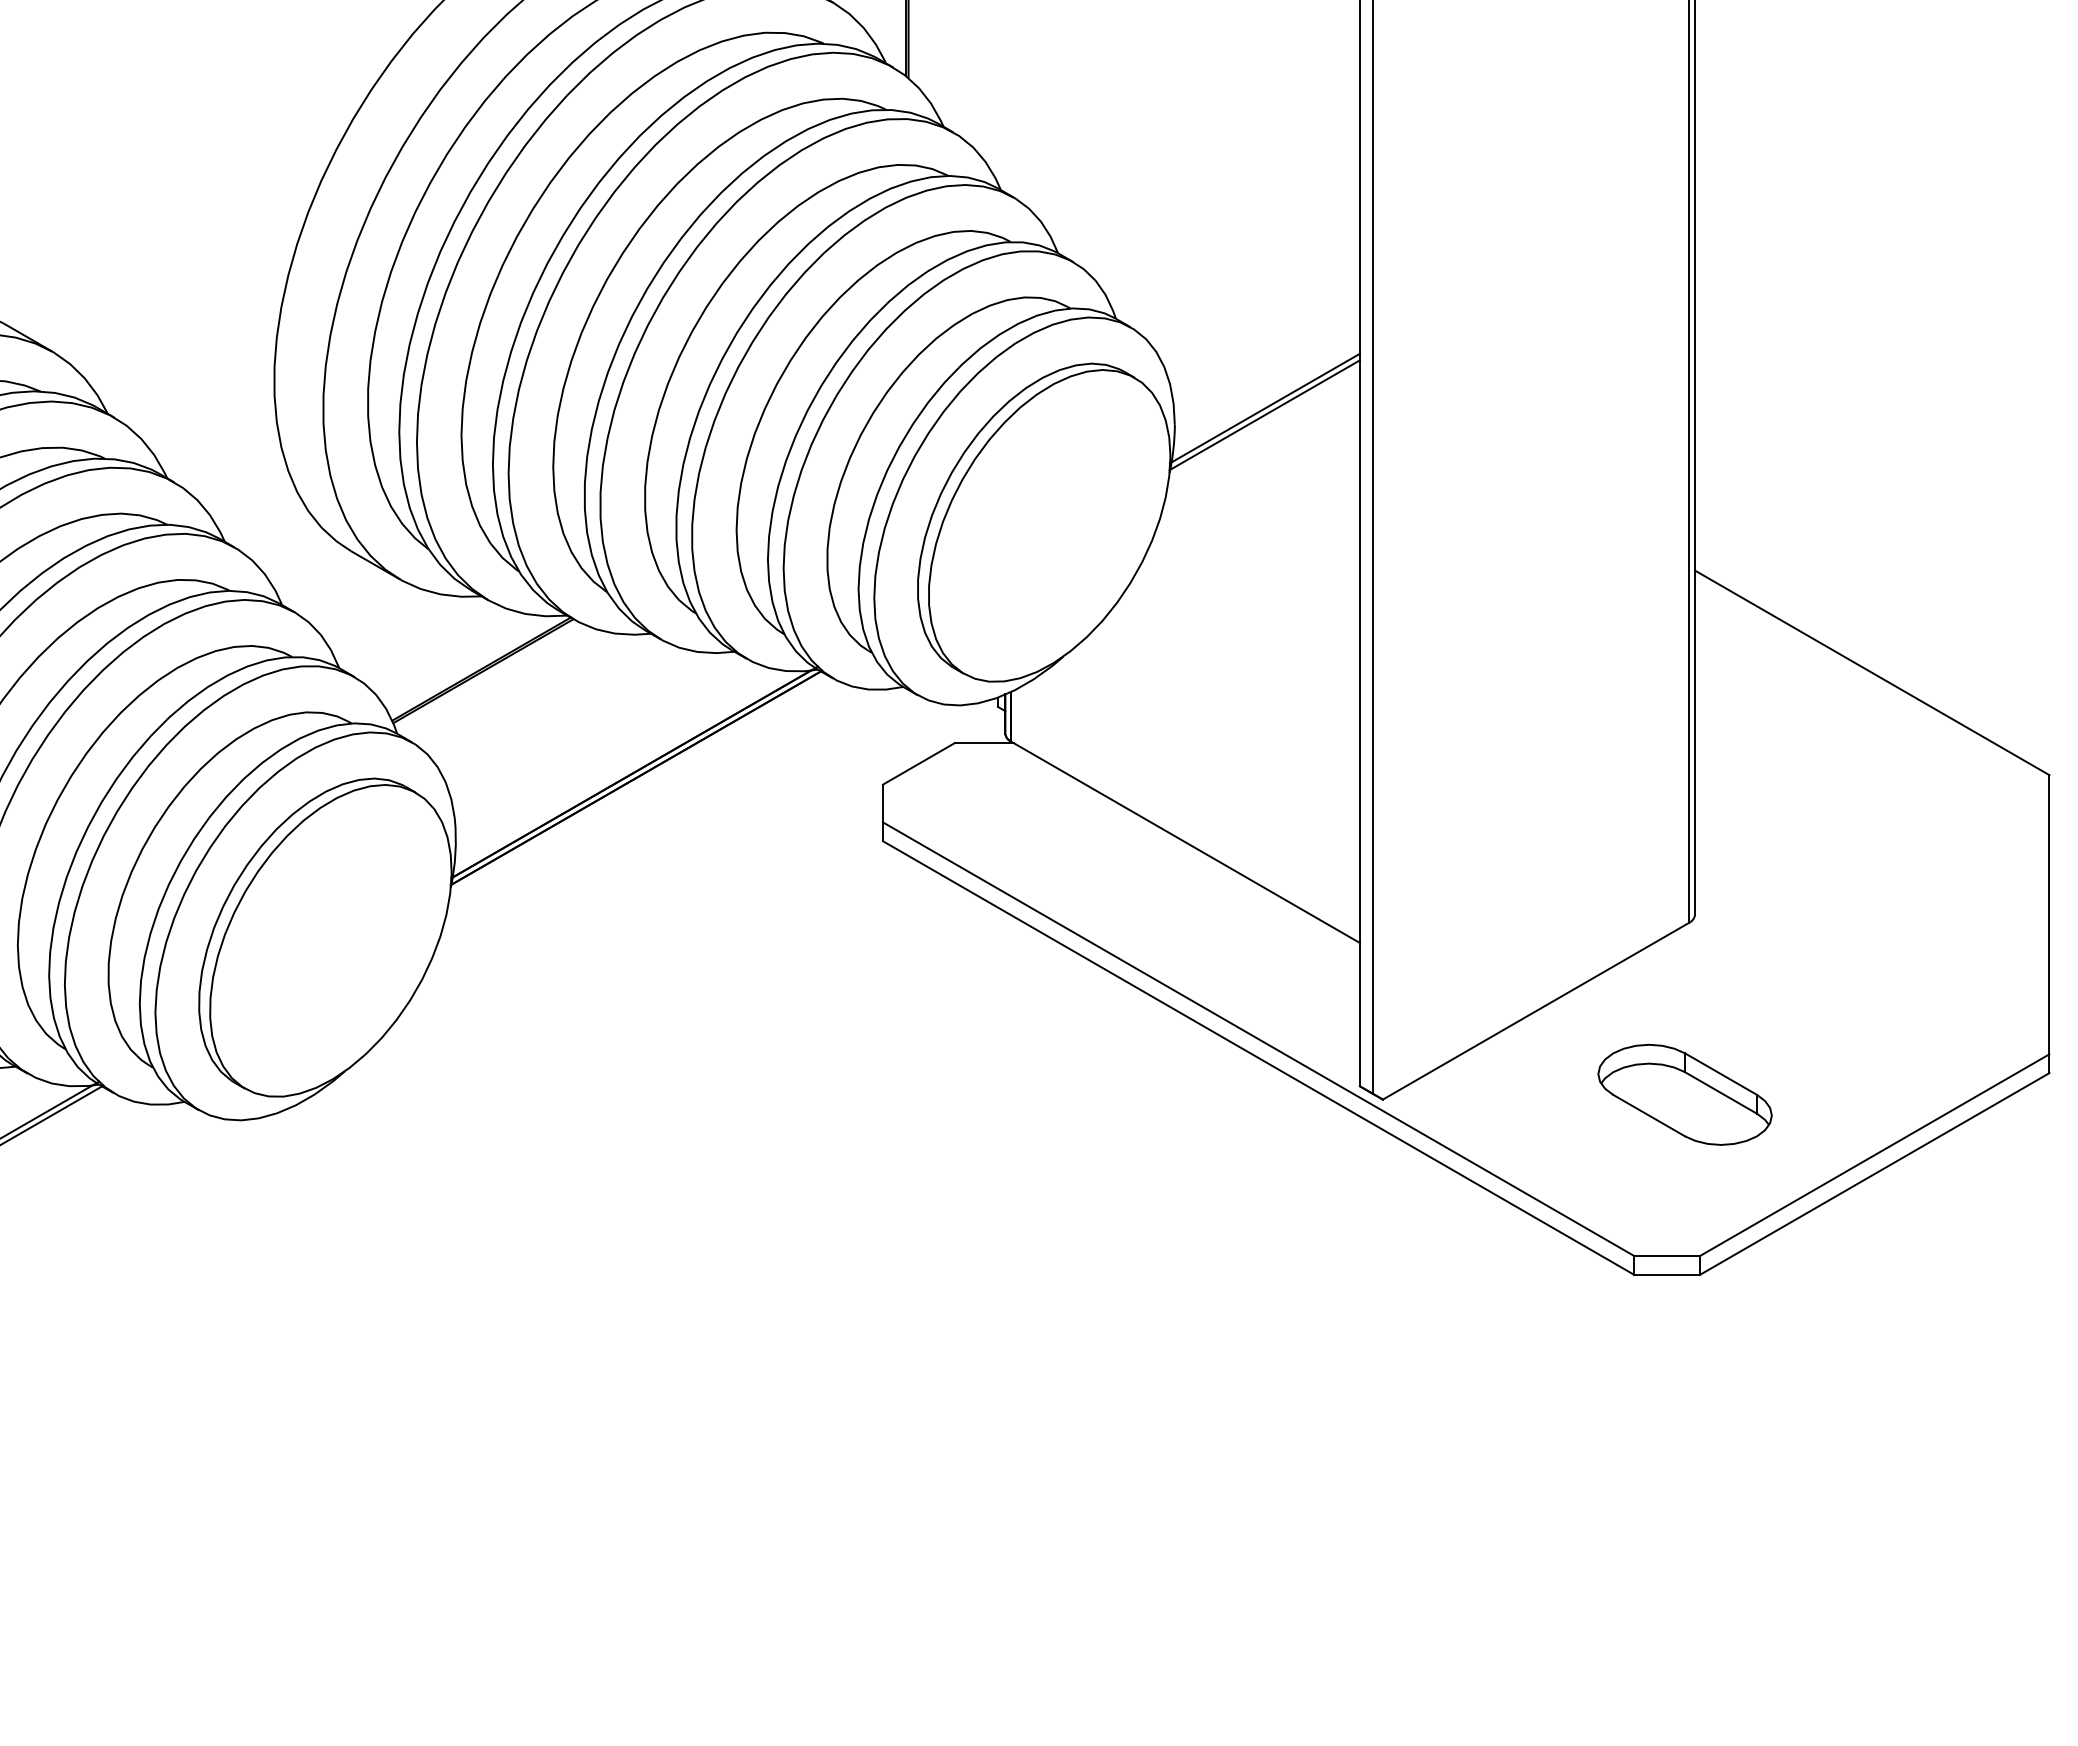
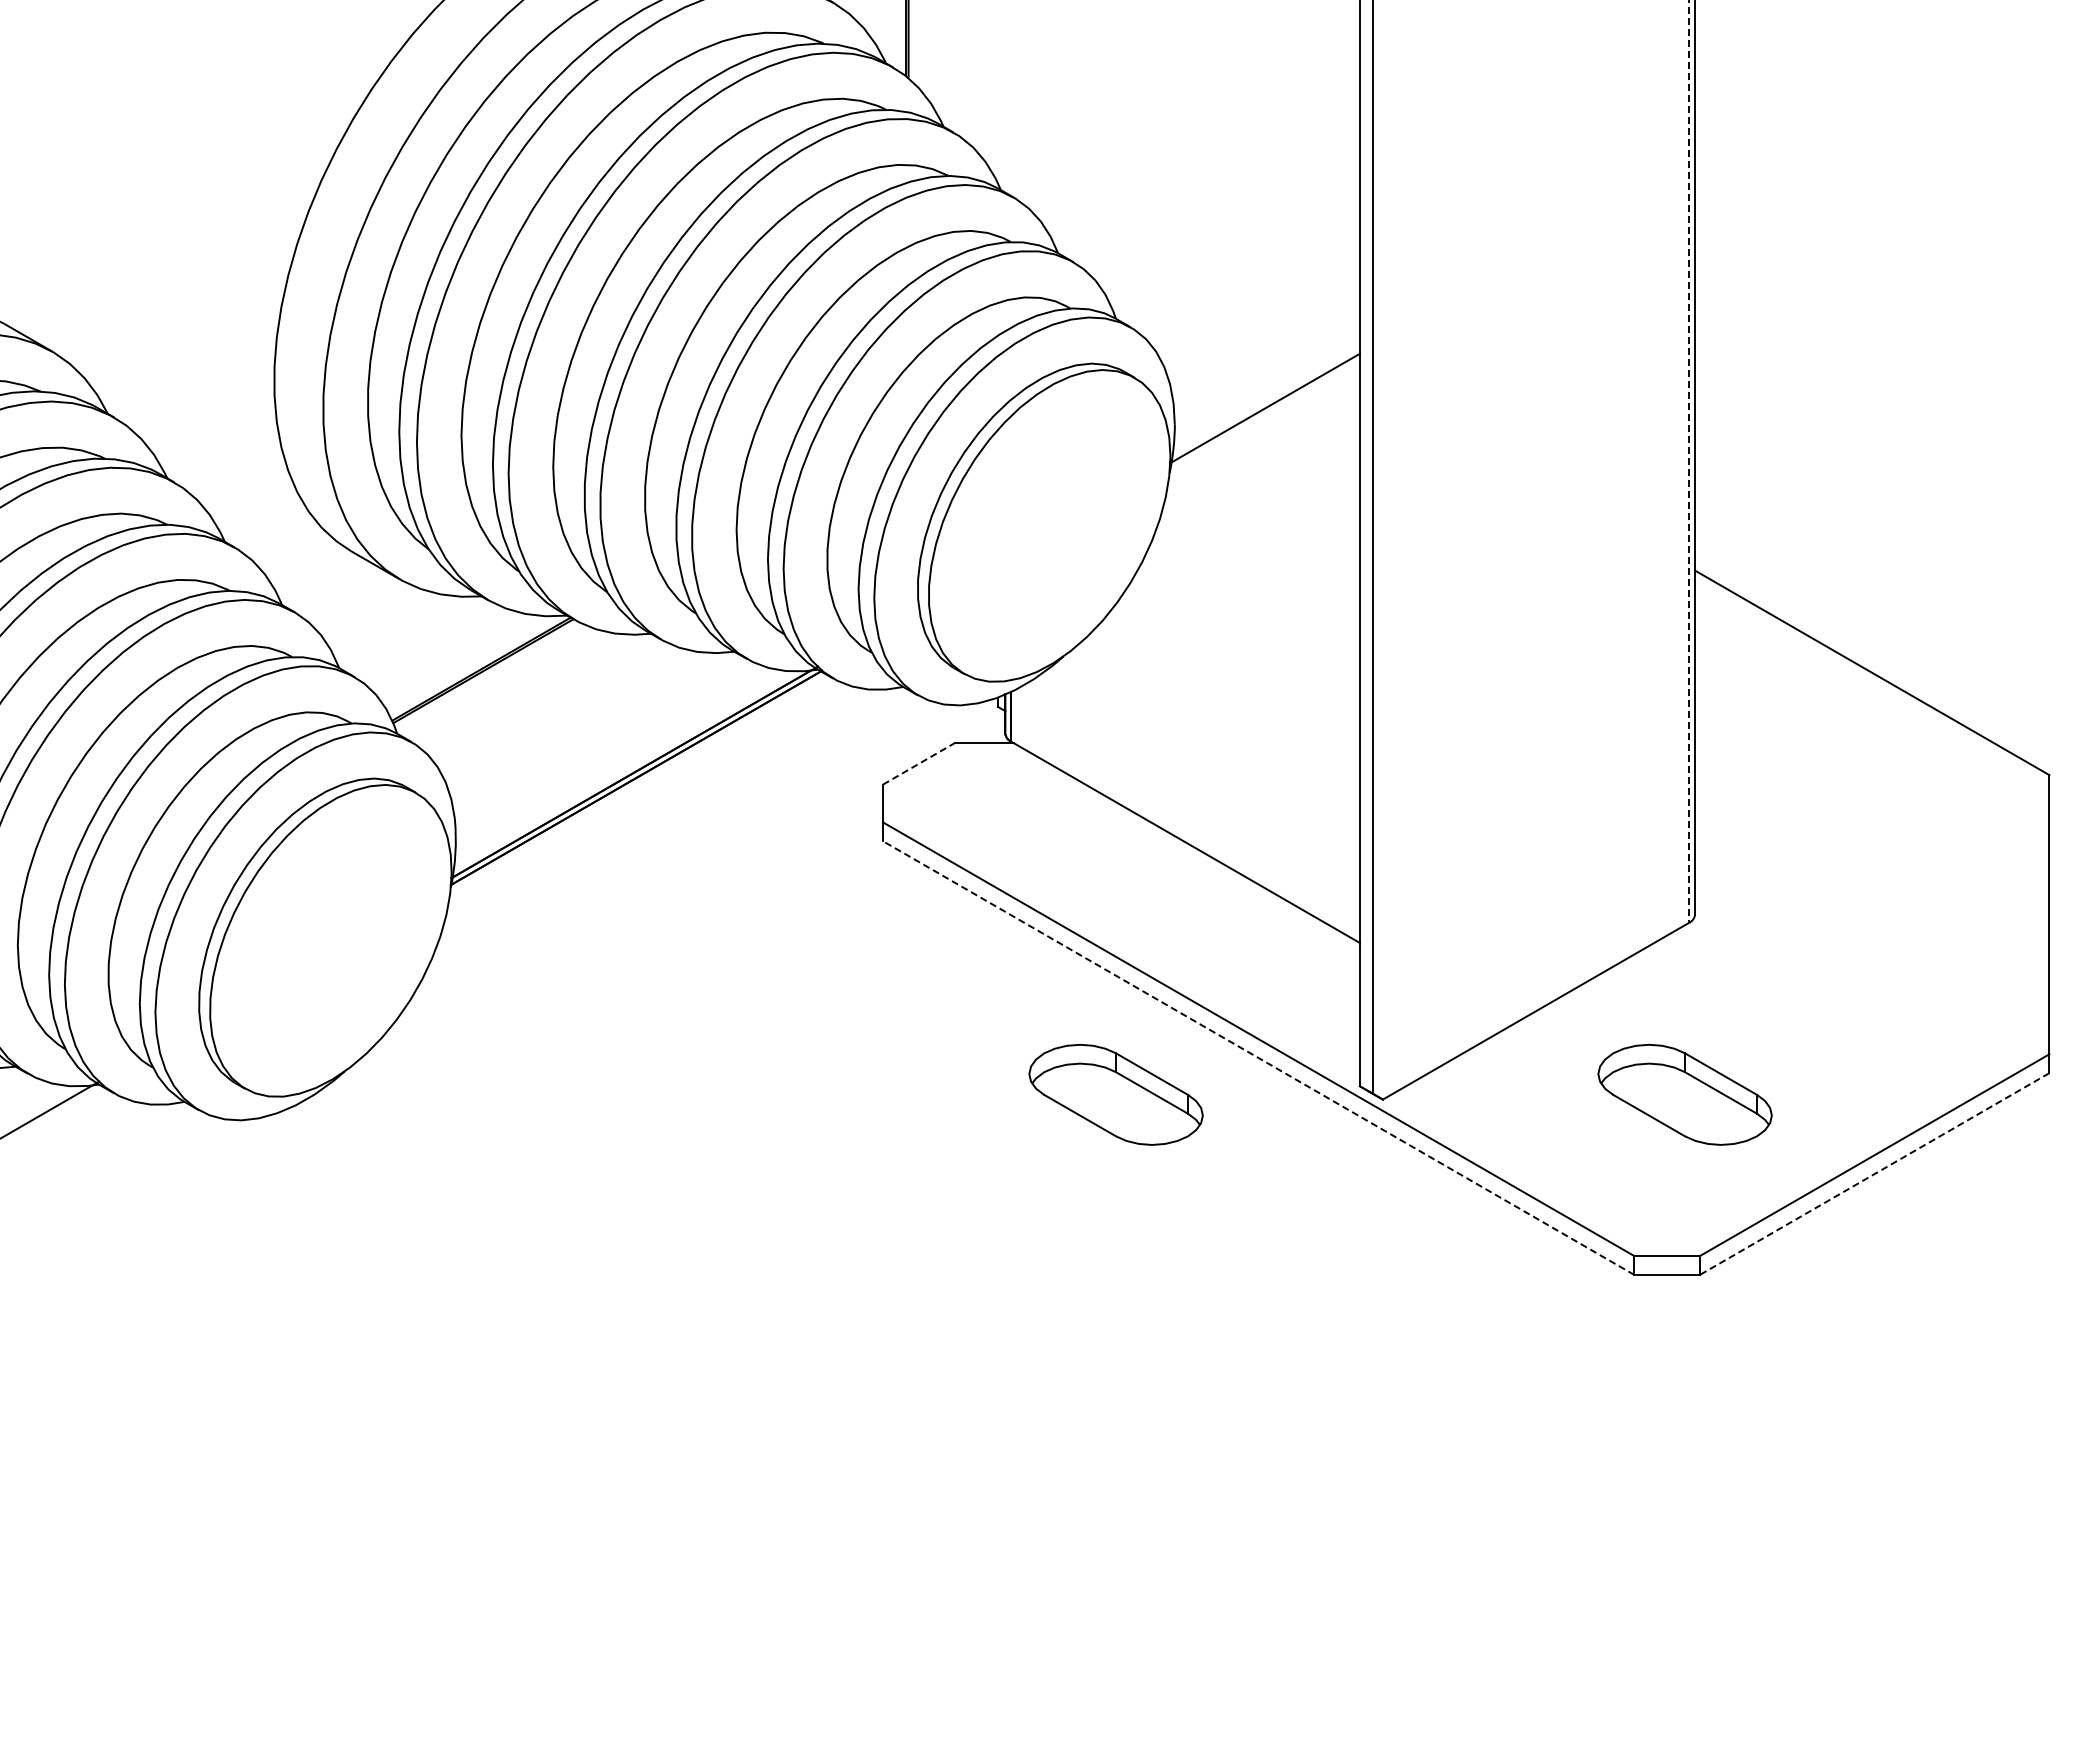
line at (1264, 415): present -> none
line at (1689, 462): solid -> dashed
line at (918, 763): solid -> dashed
line at (1258, 1058): solid -> dashed
part at (1115, 1094): none -> present
line at (52, 1114): present -> none
line at (1874, 1174): solid -> dashed
